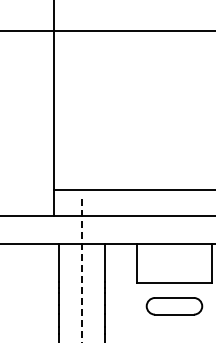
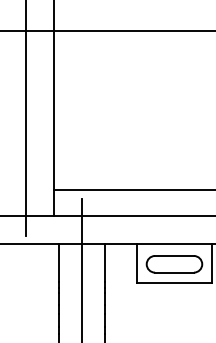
line at (26, 118): none -> present
line at (81, 270): dashed -> solid
part at (174, 306) position: (174, 306) -> (174, 264)
